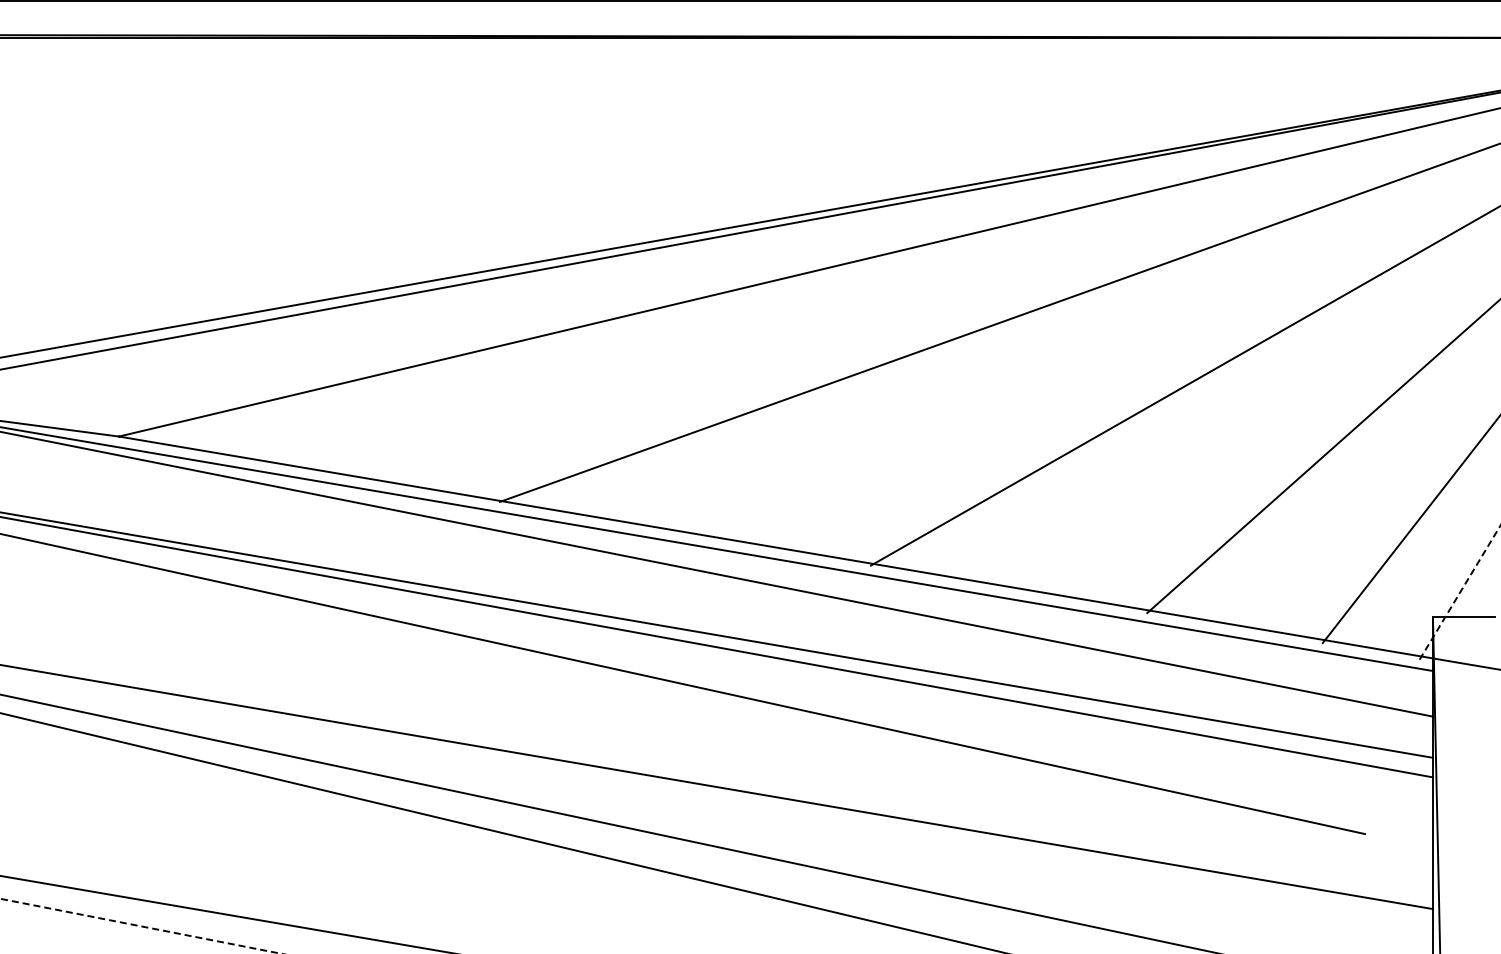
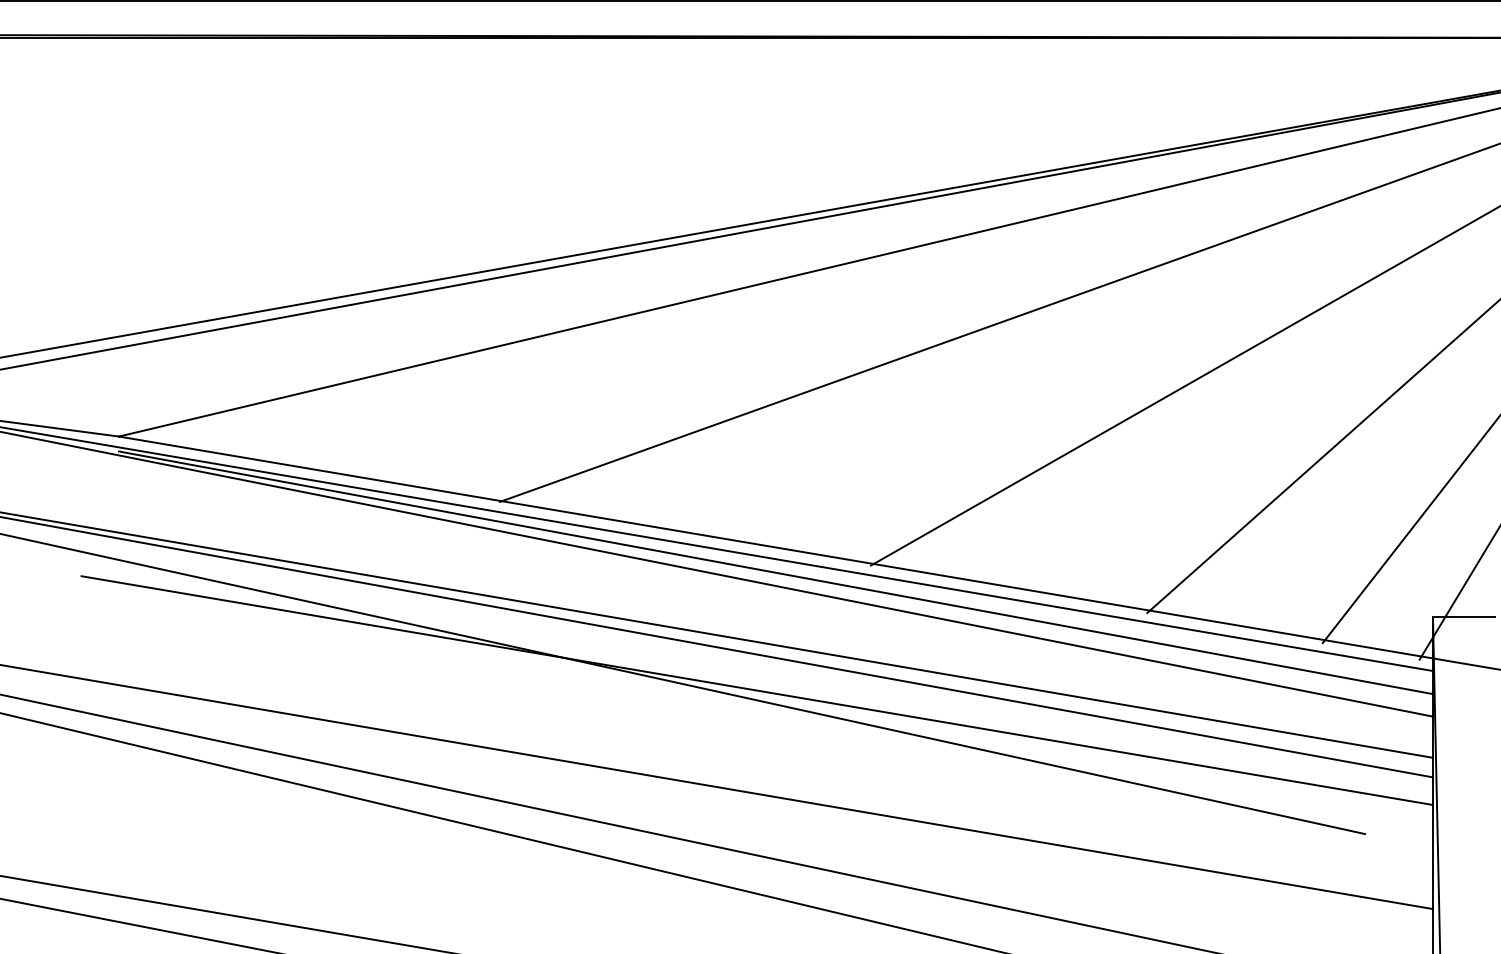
line at (775, 572): none -> present
line at (1460, 592): dashed -> solid
line at (756, 690): none -> present
line at (140, 926): dashed -> solid
